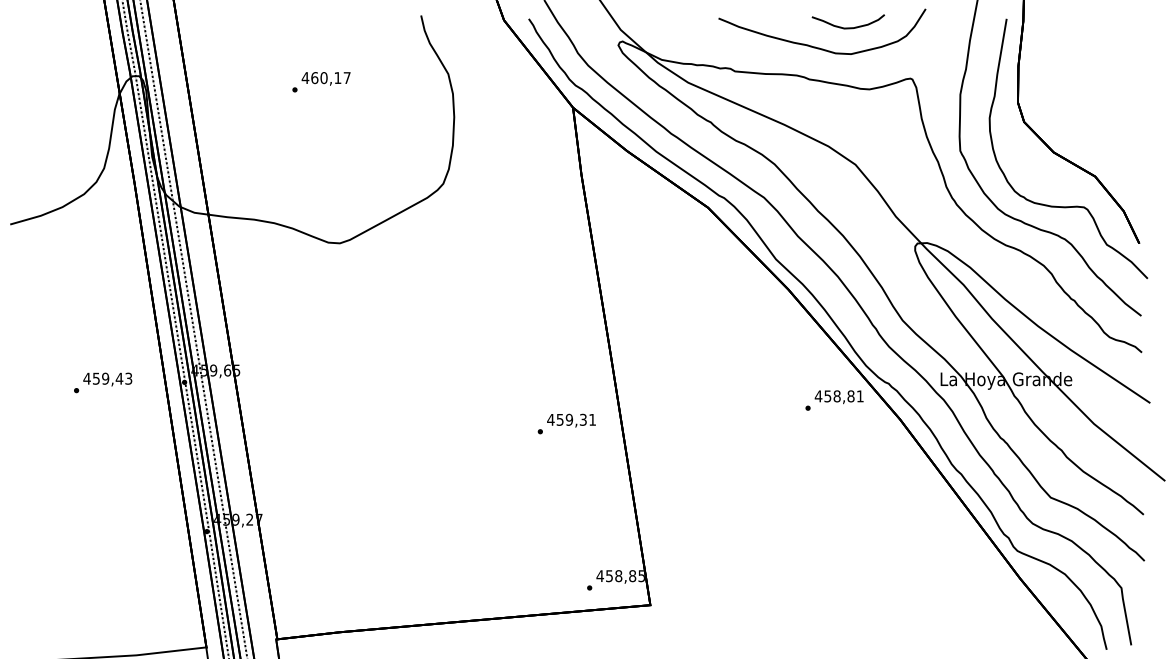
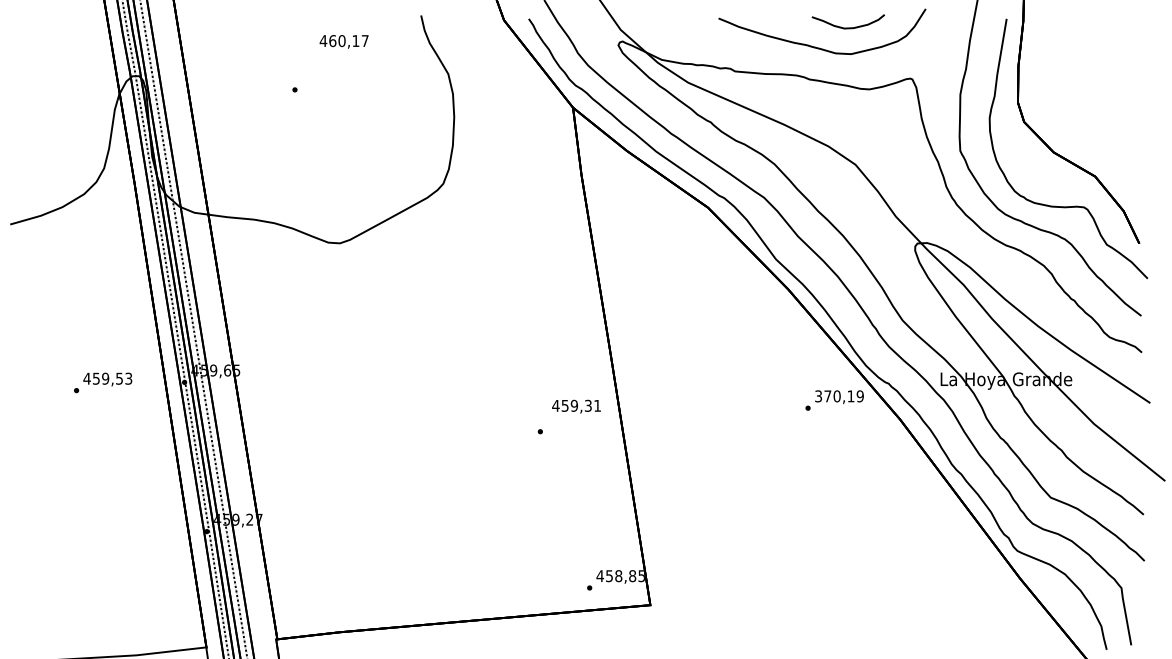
text at (325, 78) position: (325, 78) -> (343, 41)
text at (119, 378): 459,43 -> 459,53
text at (838, 396): 458,81 -> 370,19
text at (571, 420) position: (571, 420) -> (576, 406)
